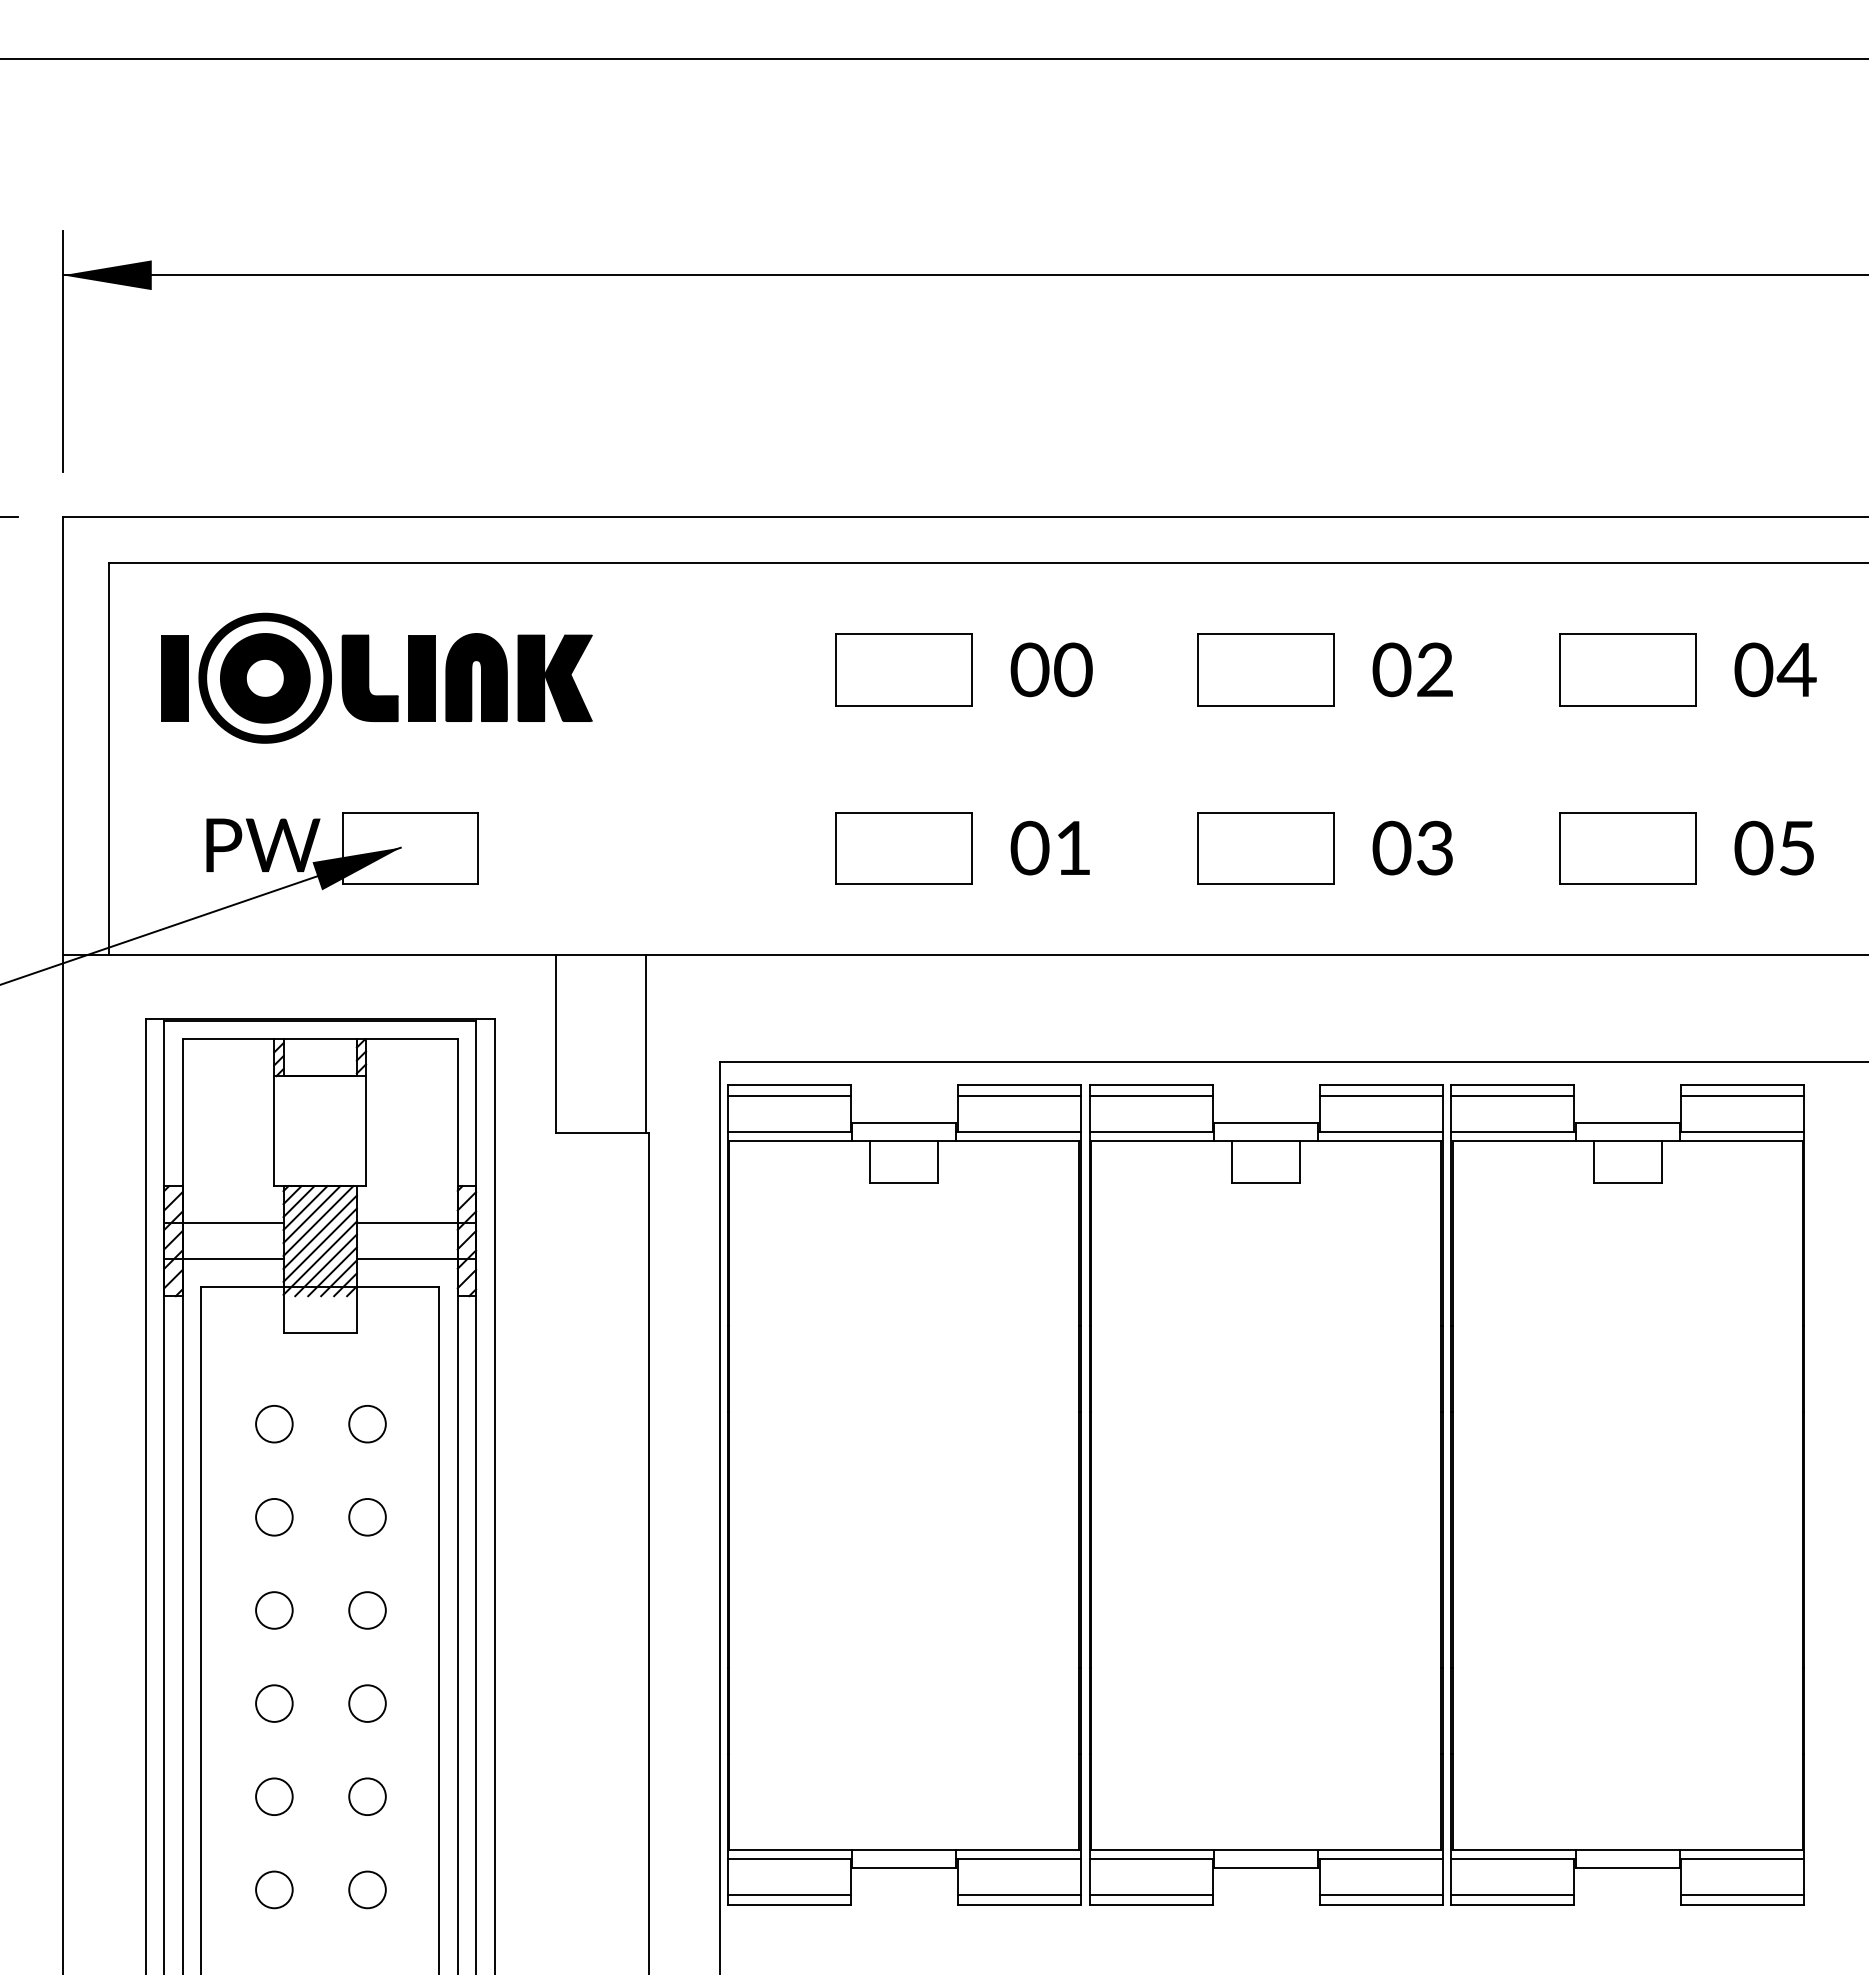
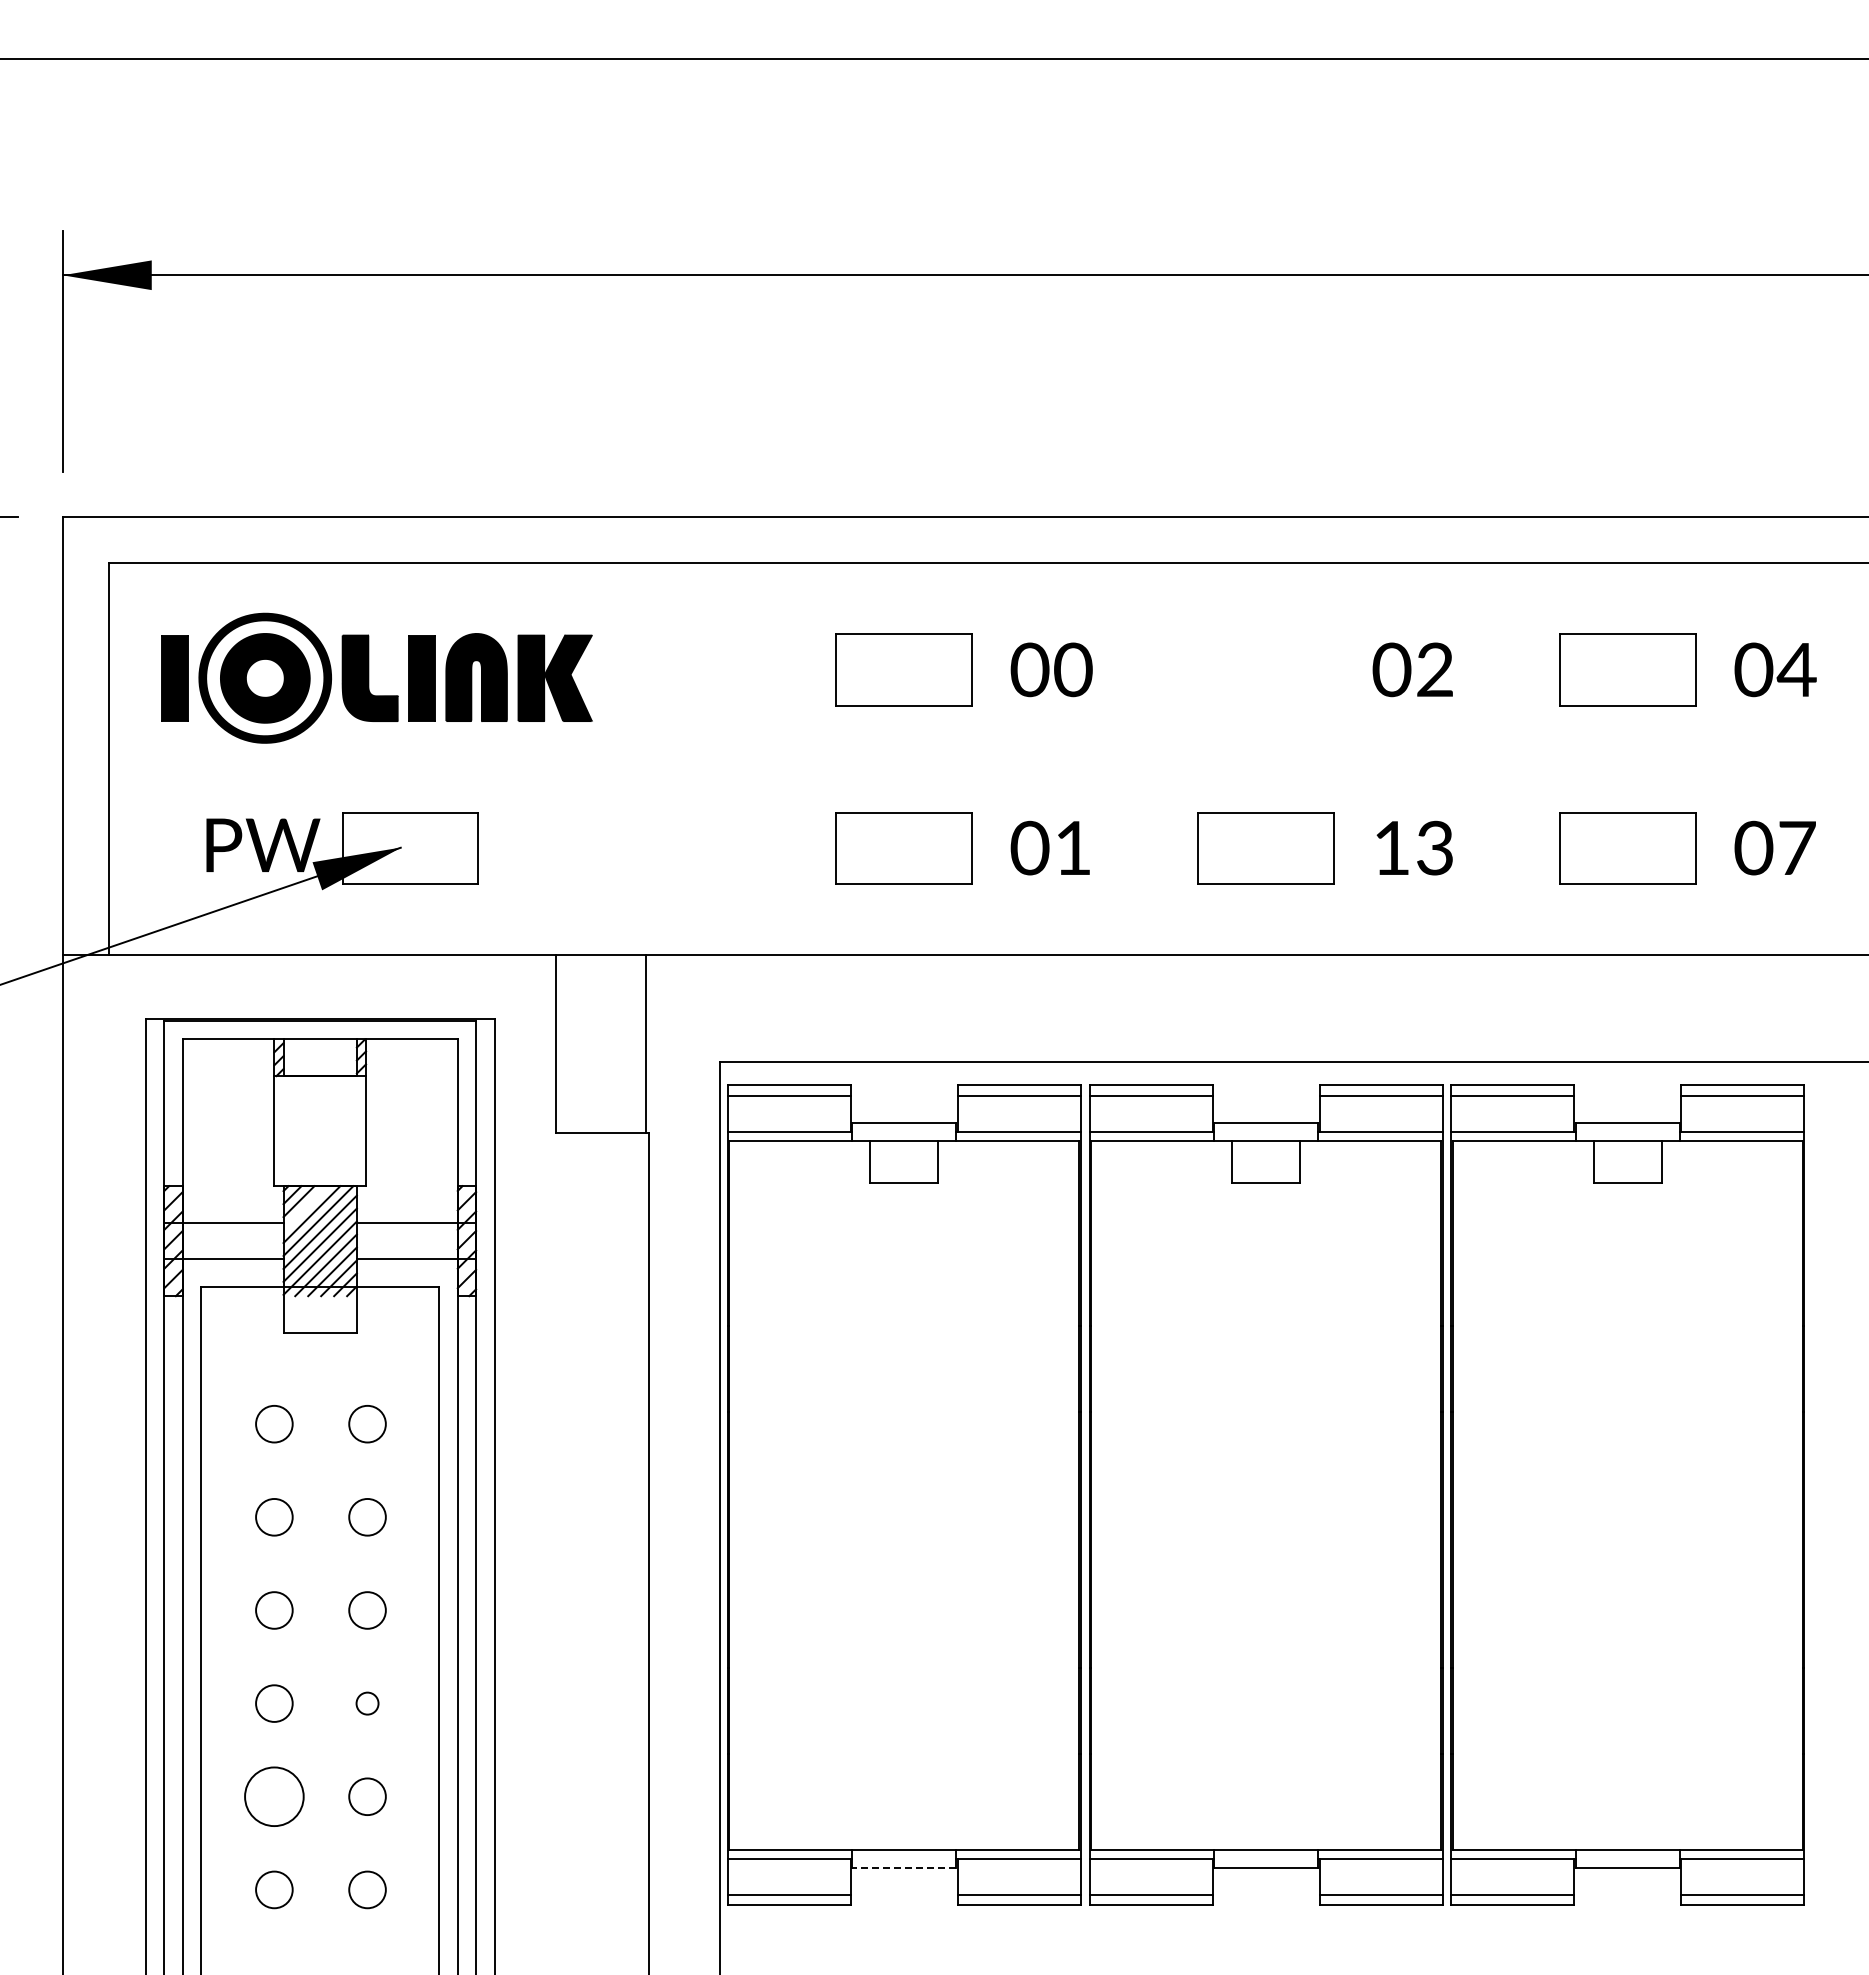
part at (1265, 669): present -> none
text at (1391, 847): 03 -> 13
text at (1797, 848): 05 -> 07
line at (305, 1208): present -> none
circle at (367, 1703) diameter: 37 px -> 22 px
circle at (274, 1796) diameter: 37 px -> 59 px
line at (904, 1867): solid -> dashed
